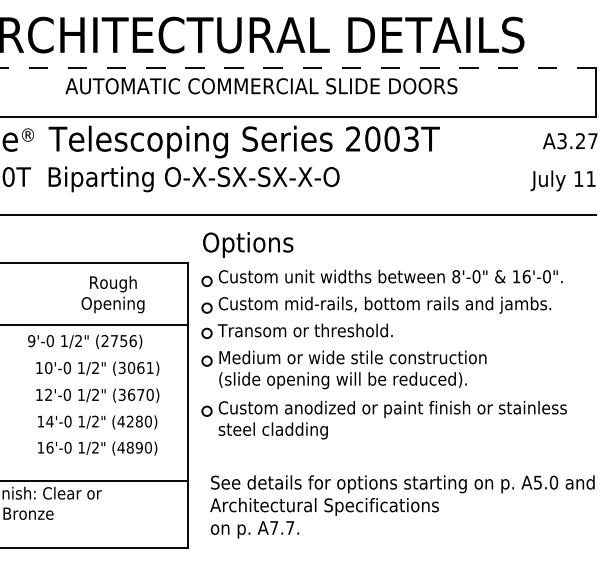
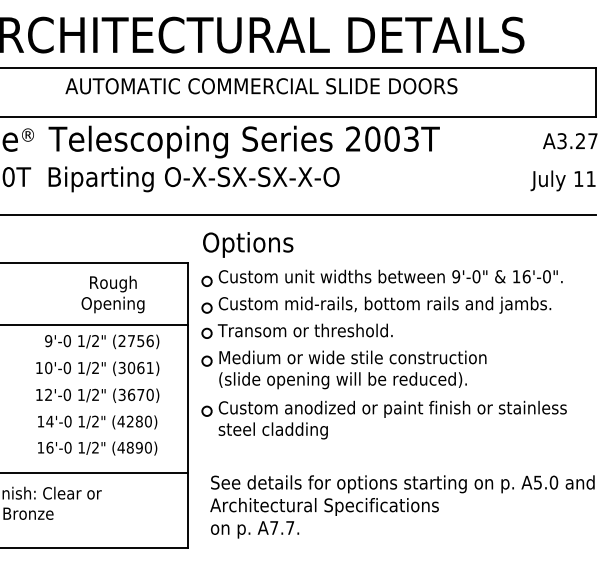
line at (298, 68): dashed -> solid
text at (456, 276): 8'-0" -> 9'-0"
text at (85, 341) position: (85, 341) -> (102, 341)
line at (95, 480) position: (95, 480) -> (95, 472)
